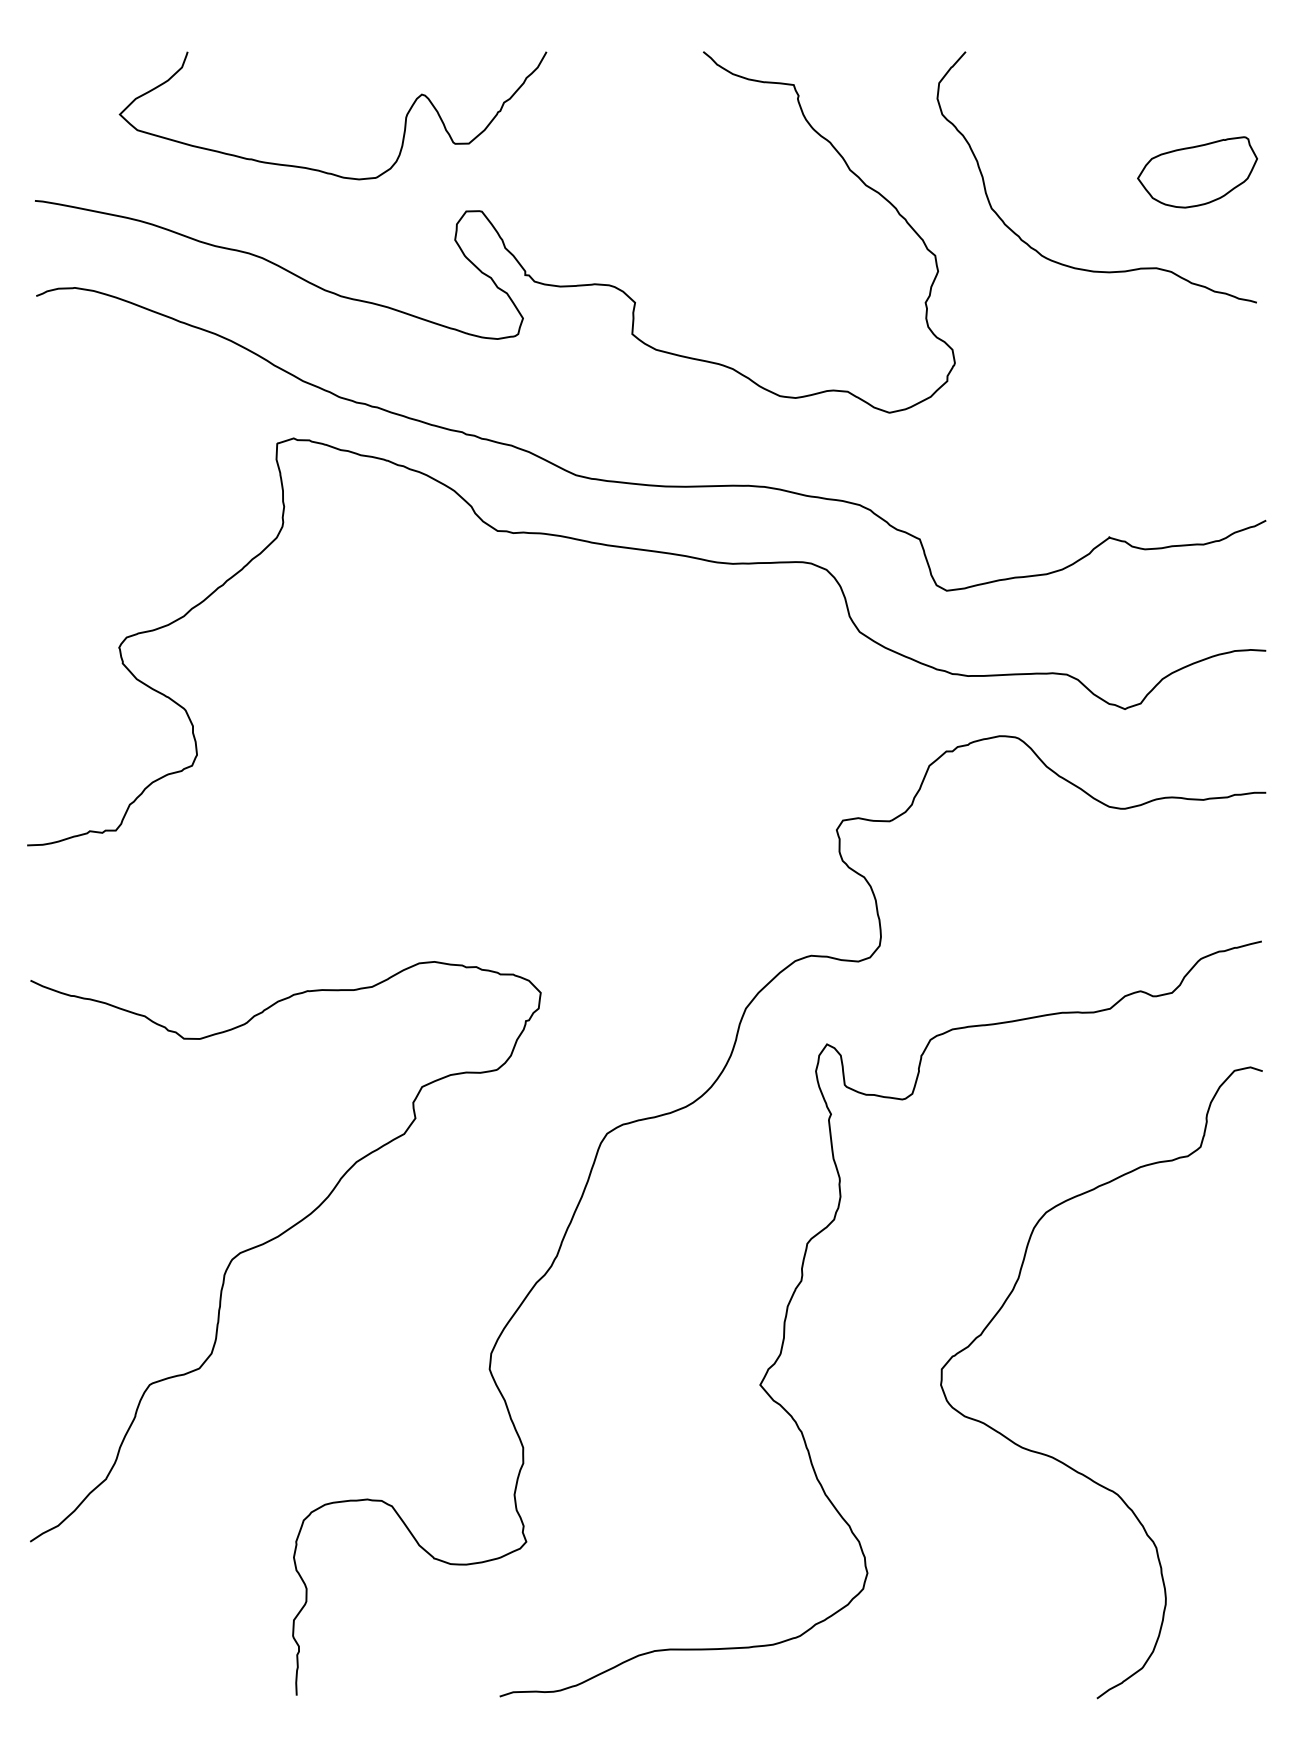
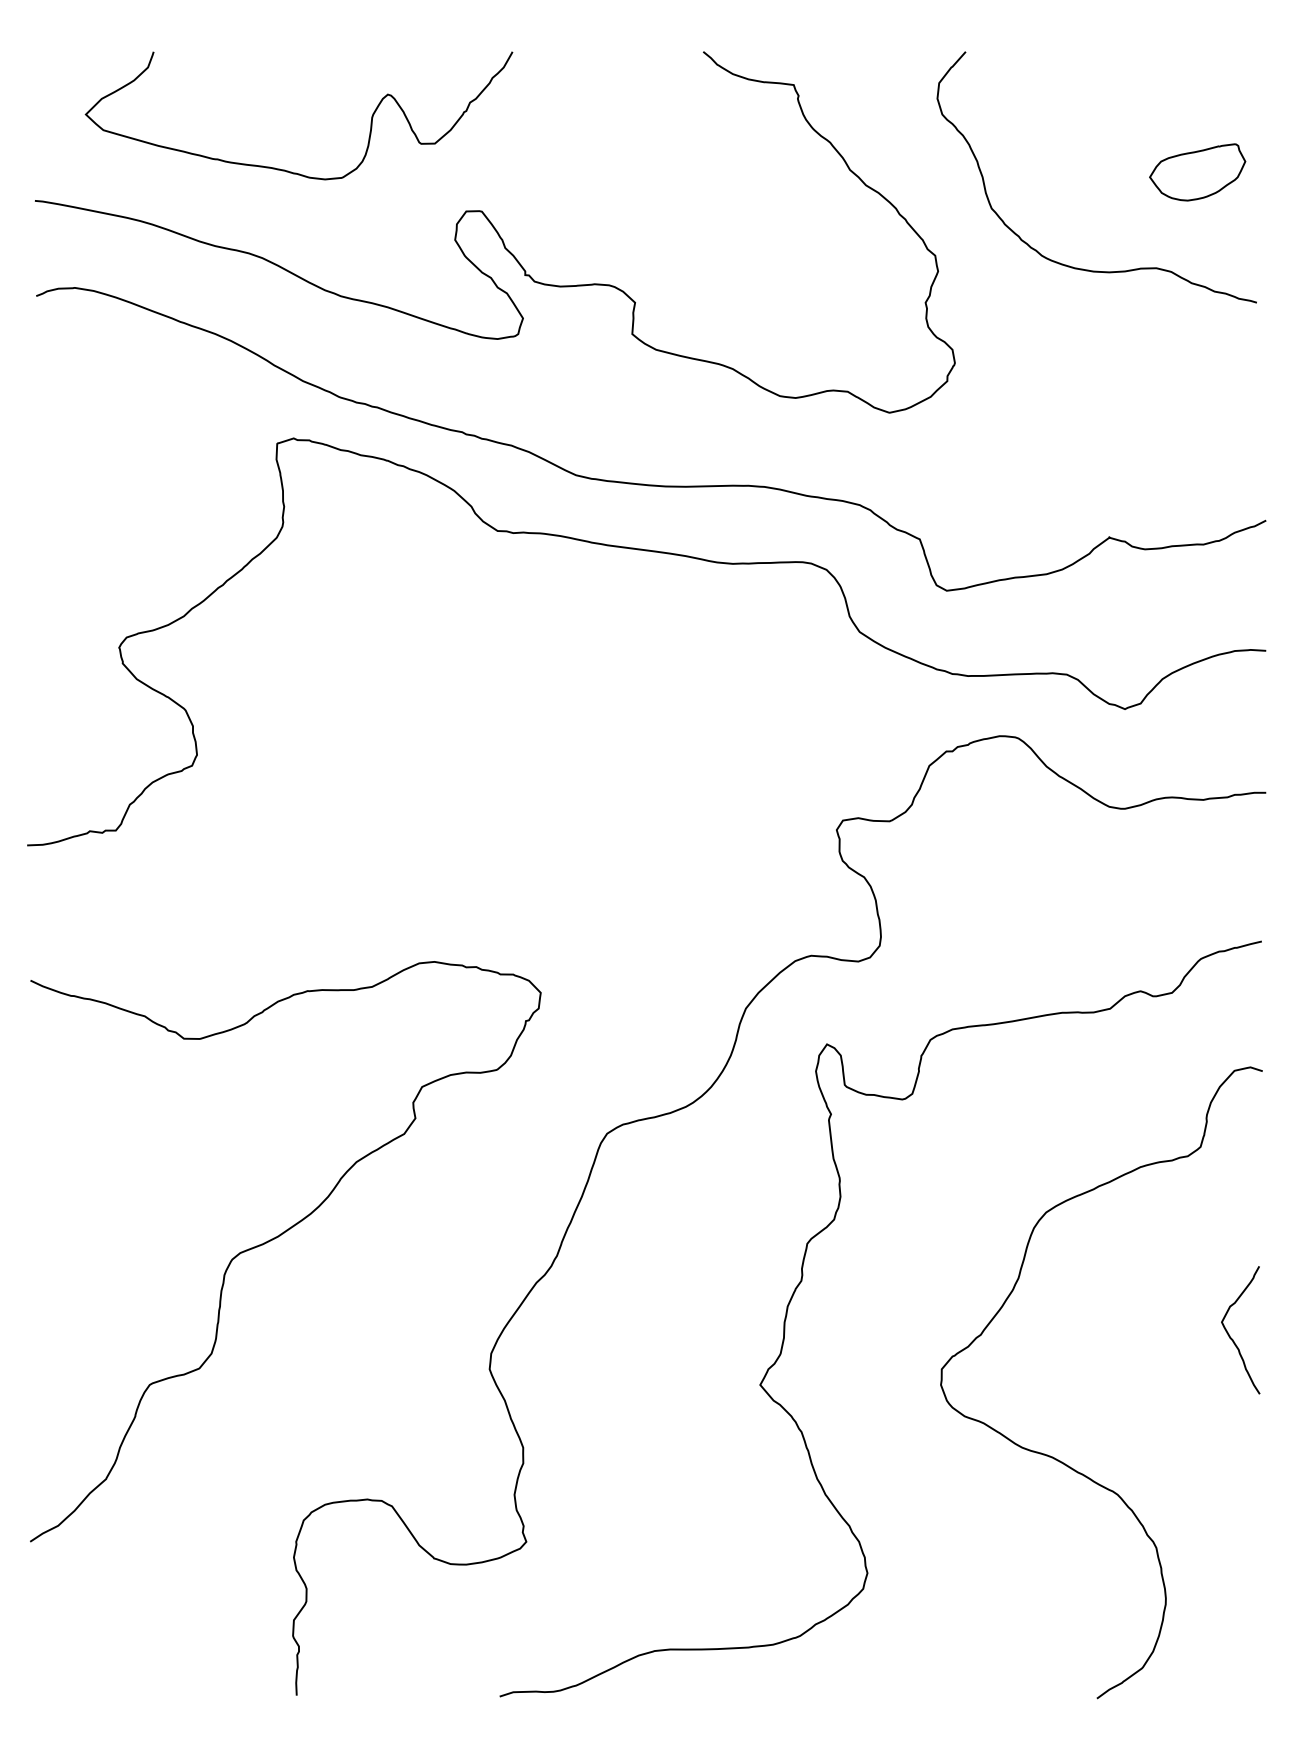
curve at (318, 169) position: (318, 169) -> (284, 169)
part at (1197, 172) size: 121x73 px -> 98x59 px
curve at (1230, 1335): none -> present
